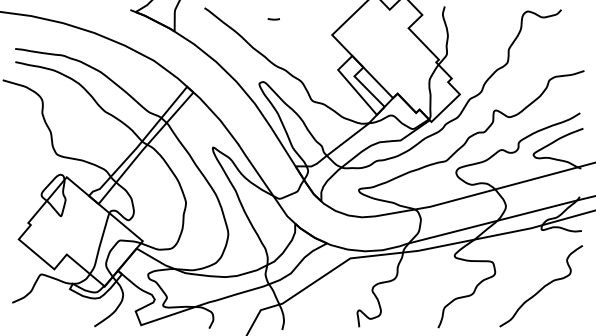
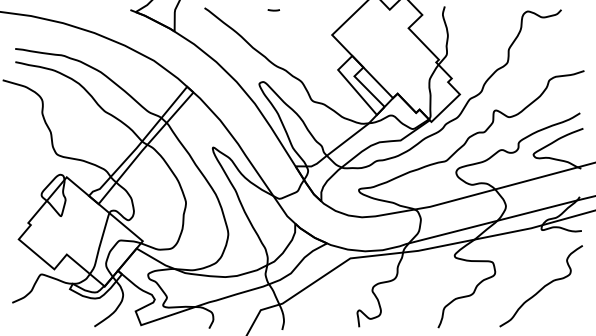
line at (273, 19) position: (273, 19) -> (273, 10)
